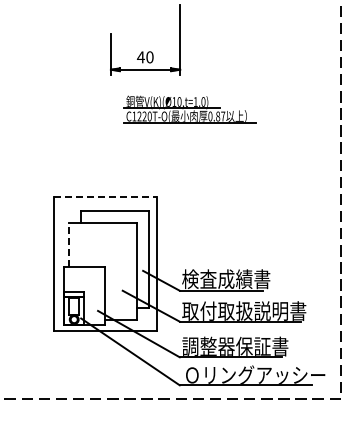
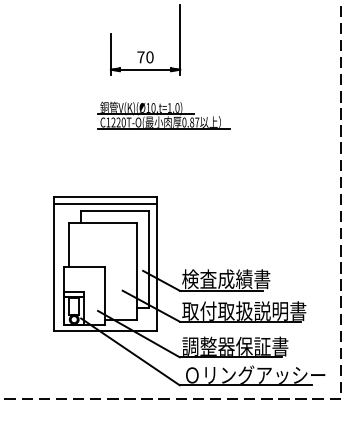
text at (140, 57): 40 -> 70
part at (189, 109) position: (189, 109) -> (163, 115)
line at (105, 196): dashed -> solid
line at (105, 204): none -> present
line at (69, 245): dashed -> solid
